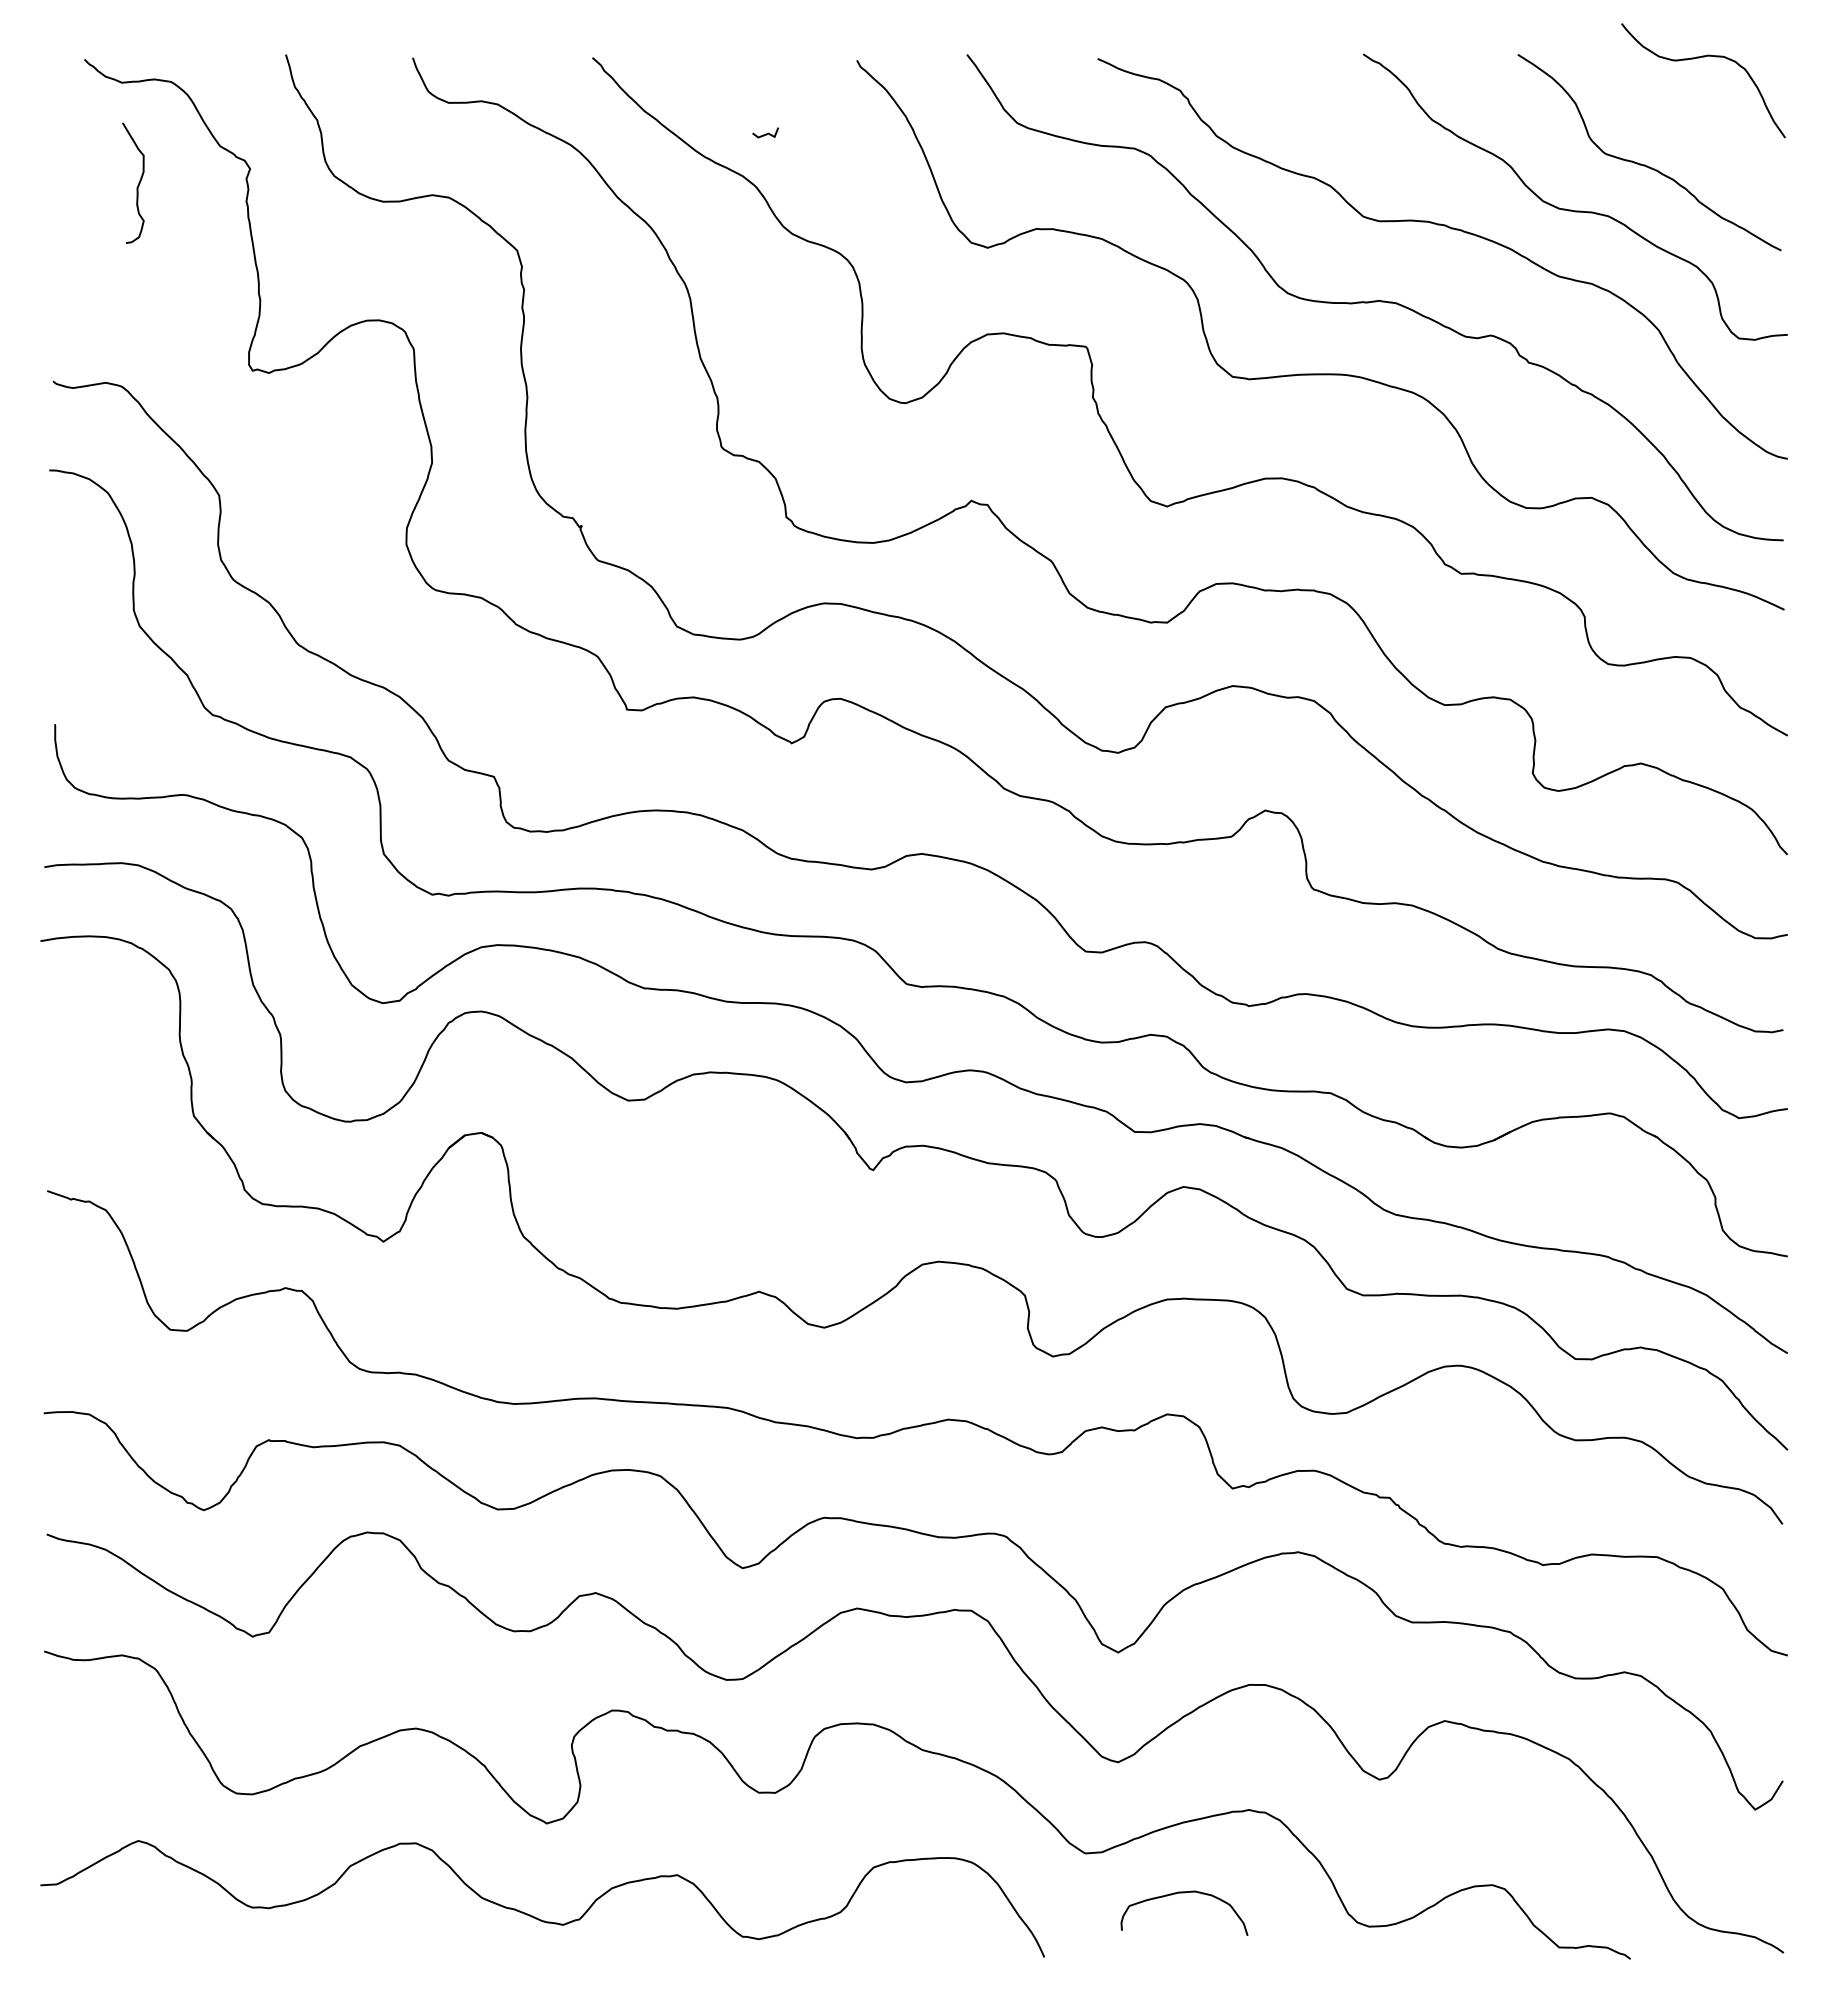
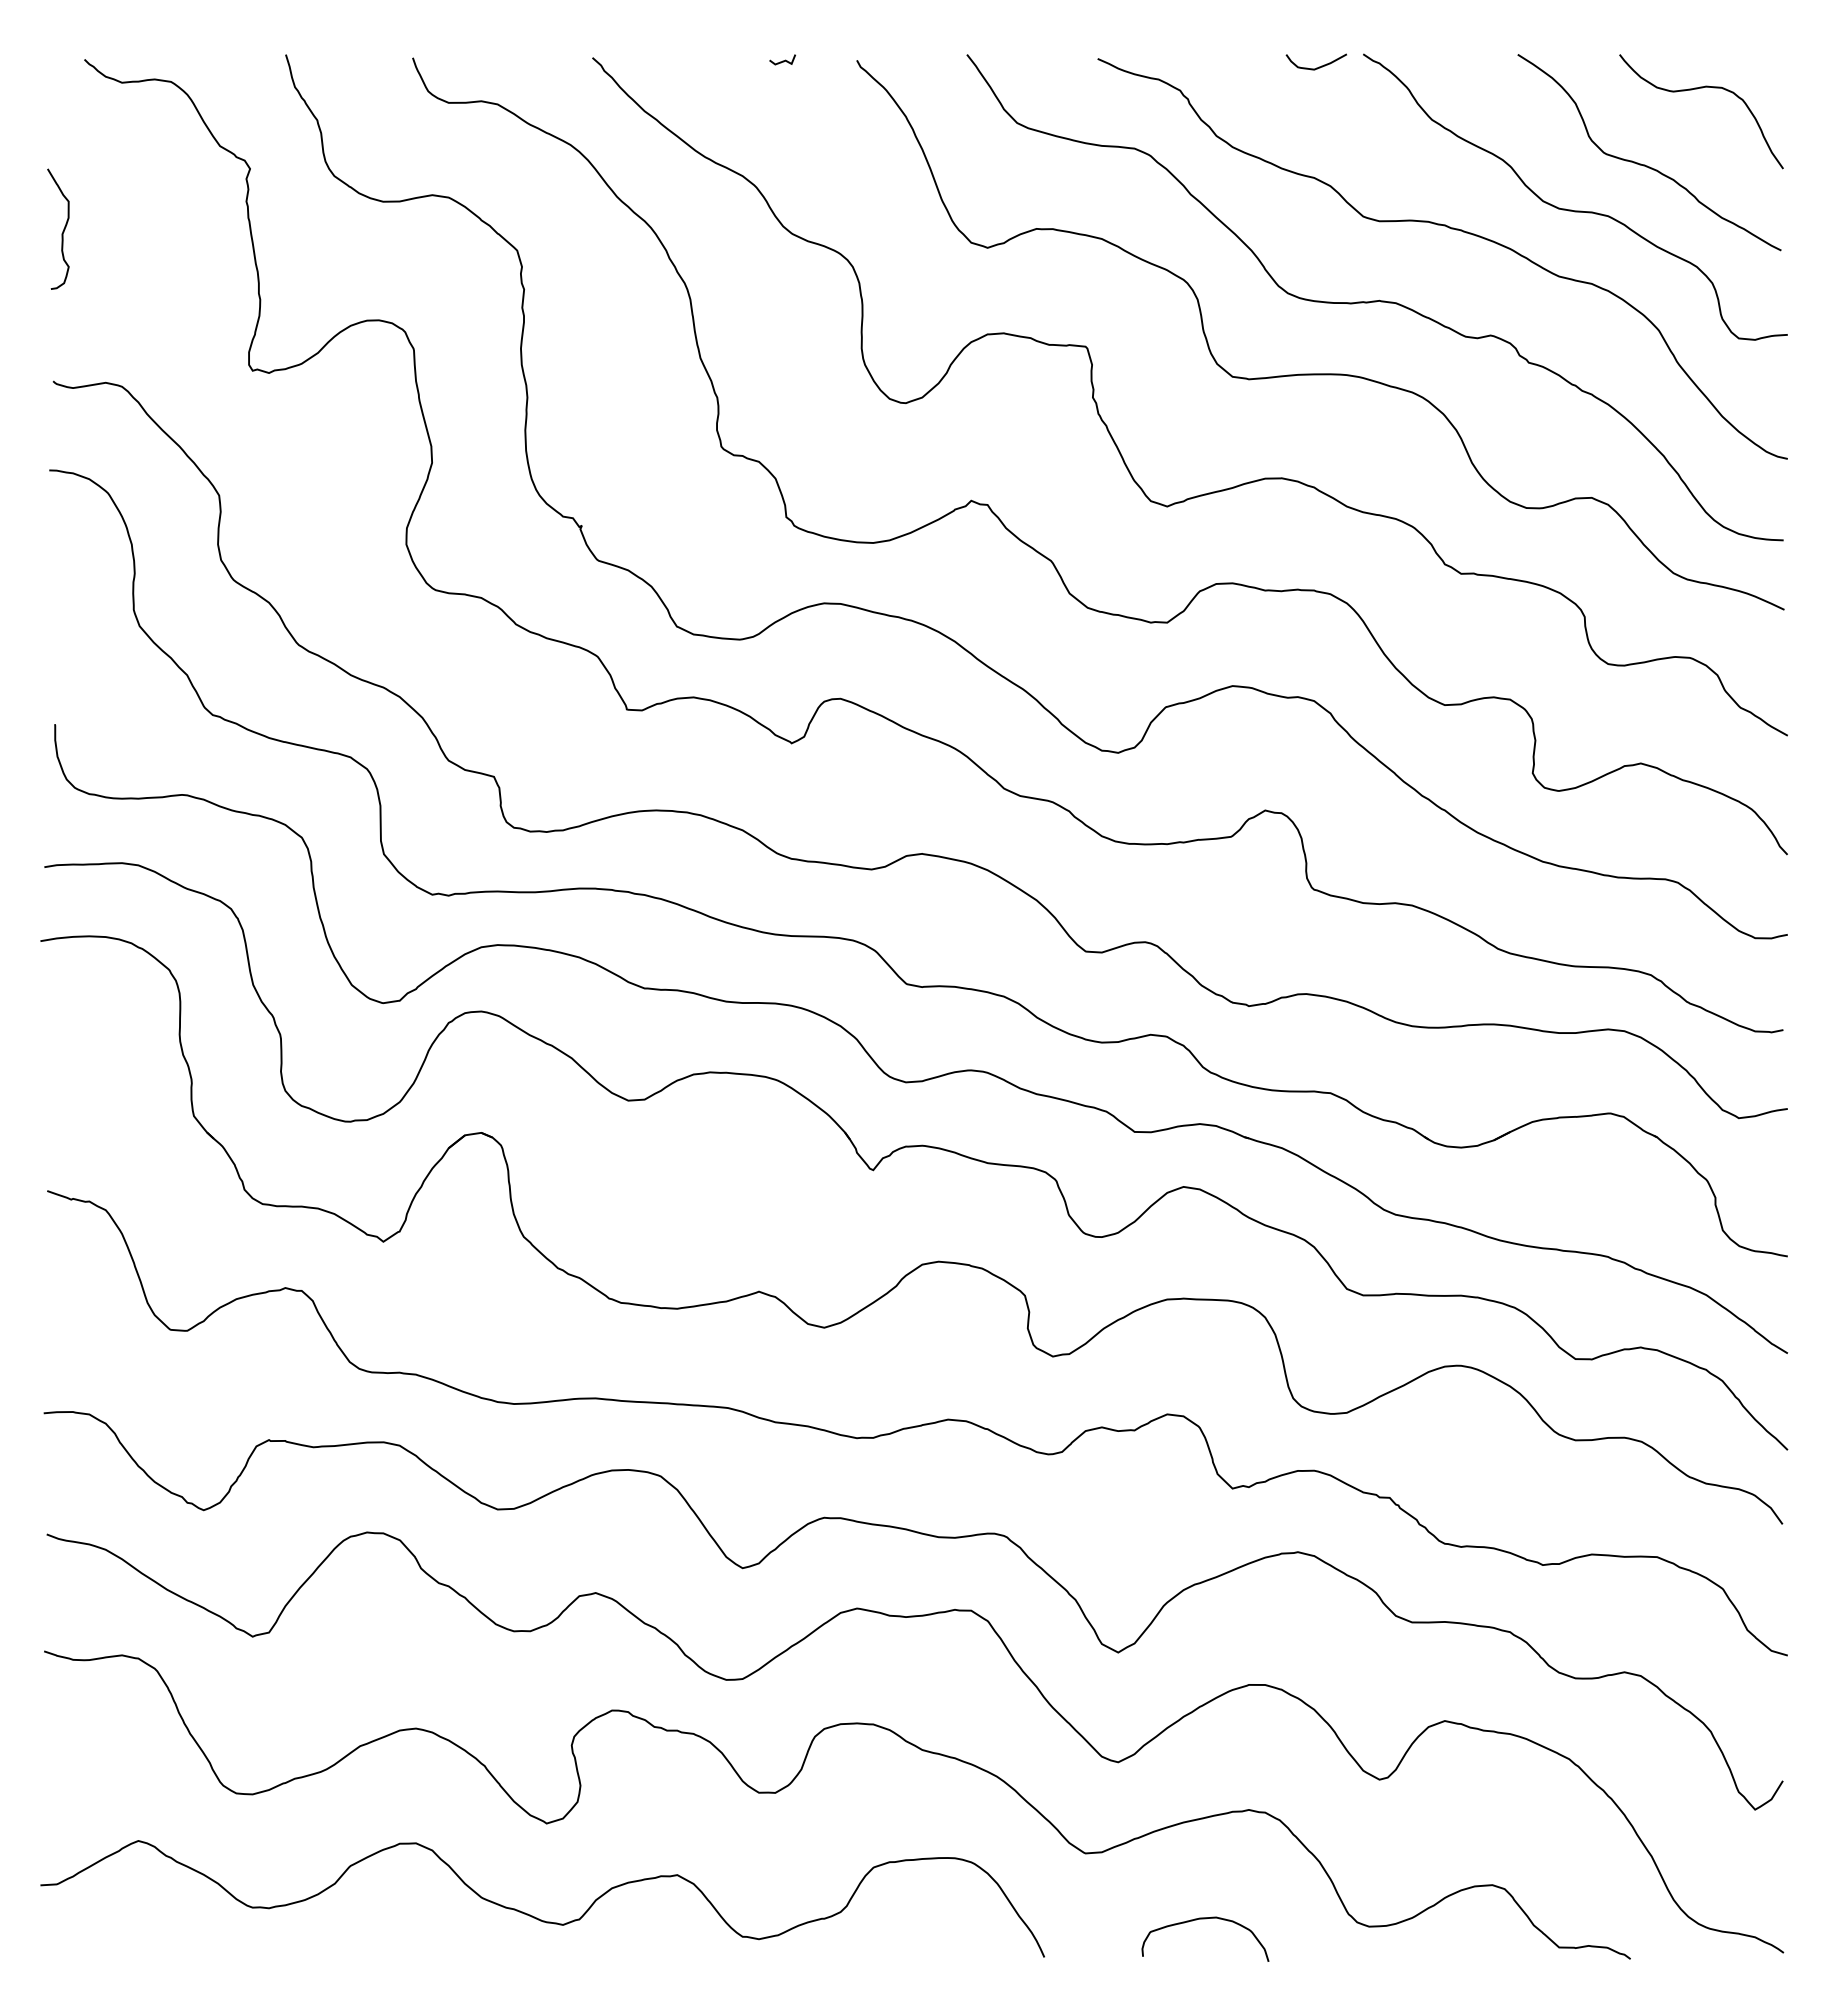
curve at (1699, 58) position: (1699, 58) -> (1697, 89)
curve at (1316, 67): none -> present
line at (765, 133) position: (765, 133) -> (782, 60)
curve at (138, 182) position: (138, 182) -> (63, 228)
curve at (1184, 1893) position: (1184, 1893) -> (1205, 1919)
